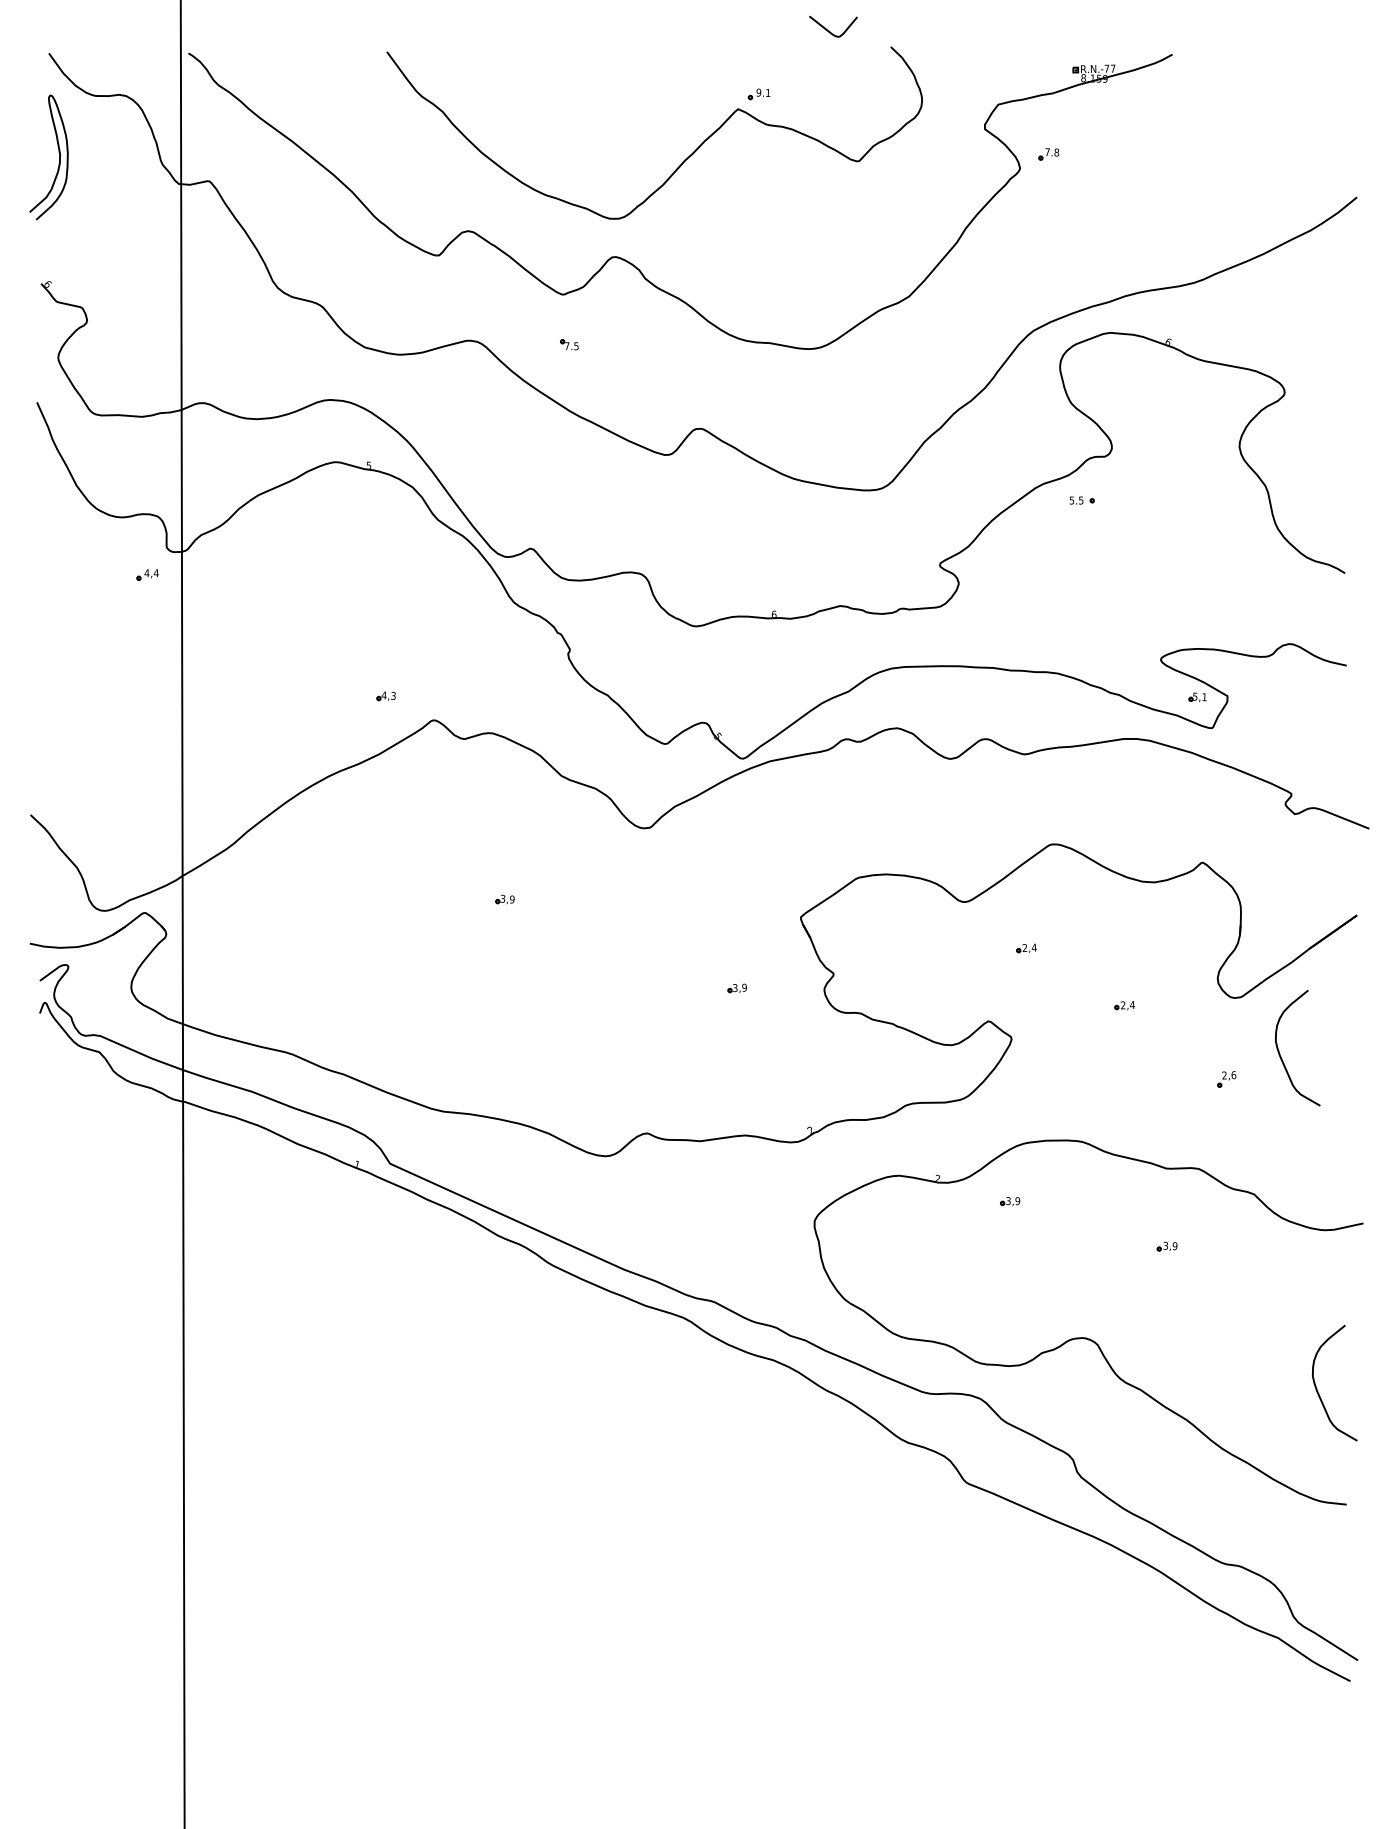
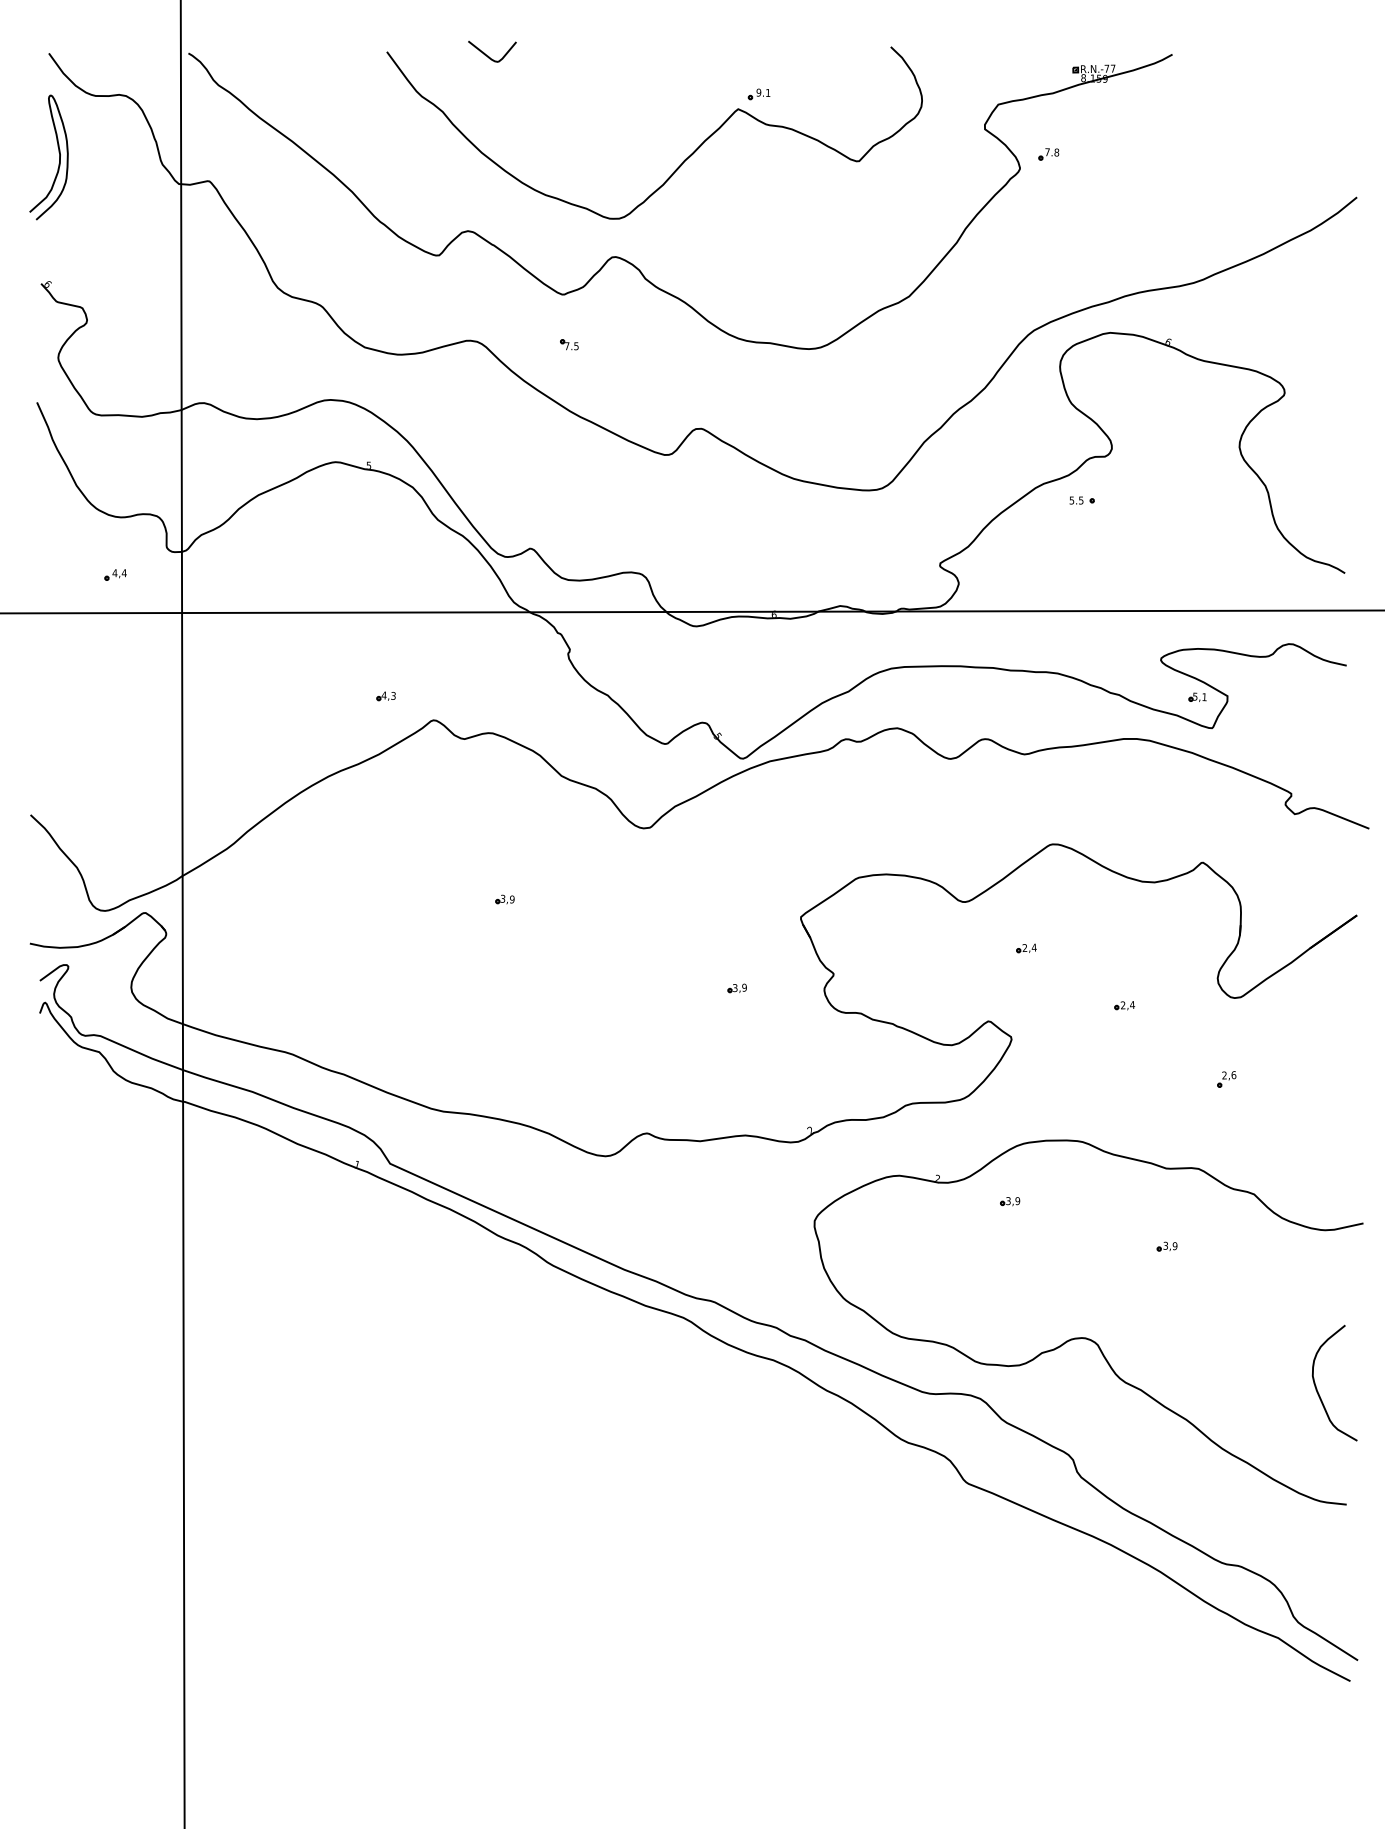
curve at (829, 30) position: (829, 30) -> (488, 55)
part at (147, 574) position: (147, 574) -> (115, 574)
line at (691, 611): none -> present
curve at (1280, 1053): present -> none
